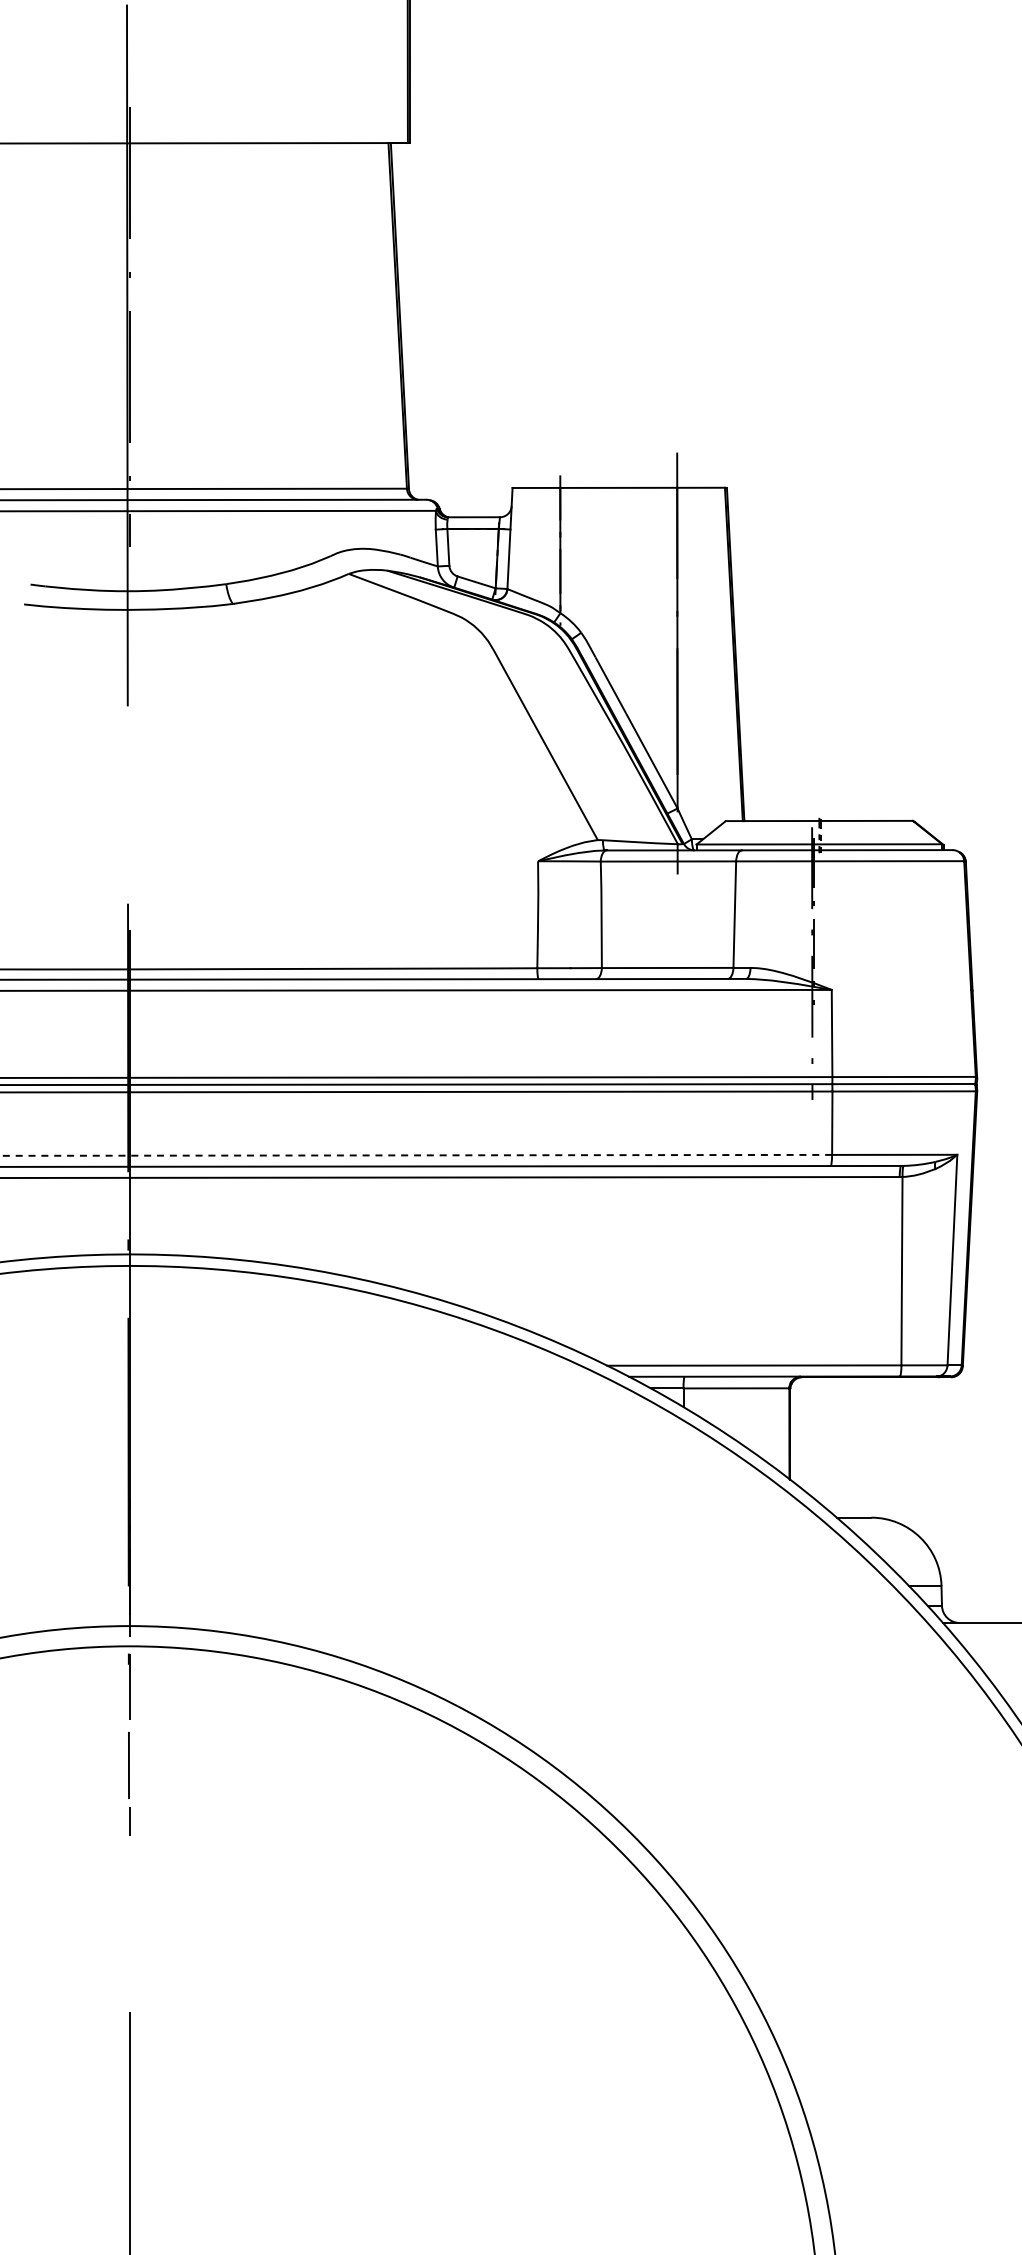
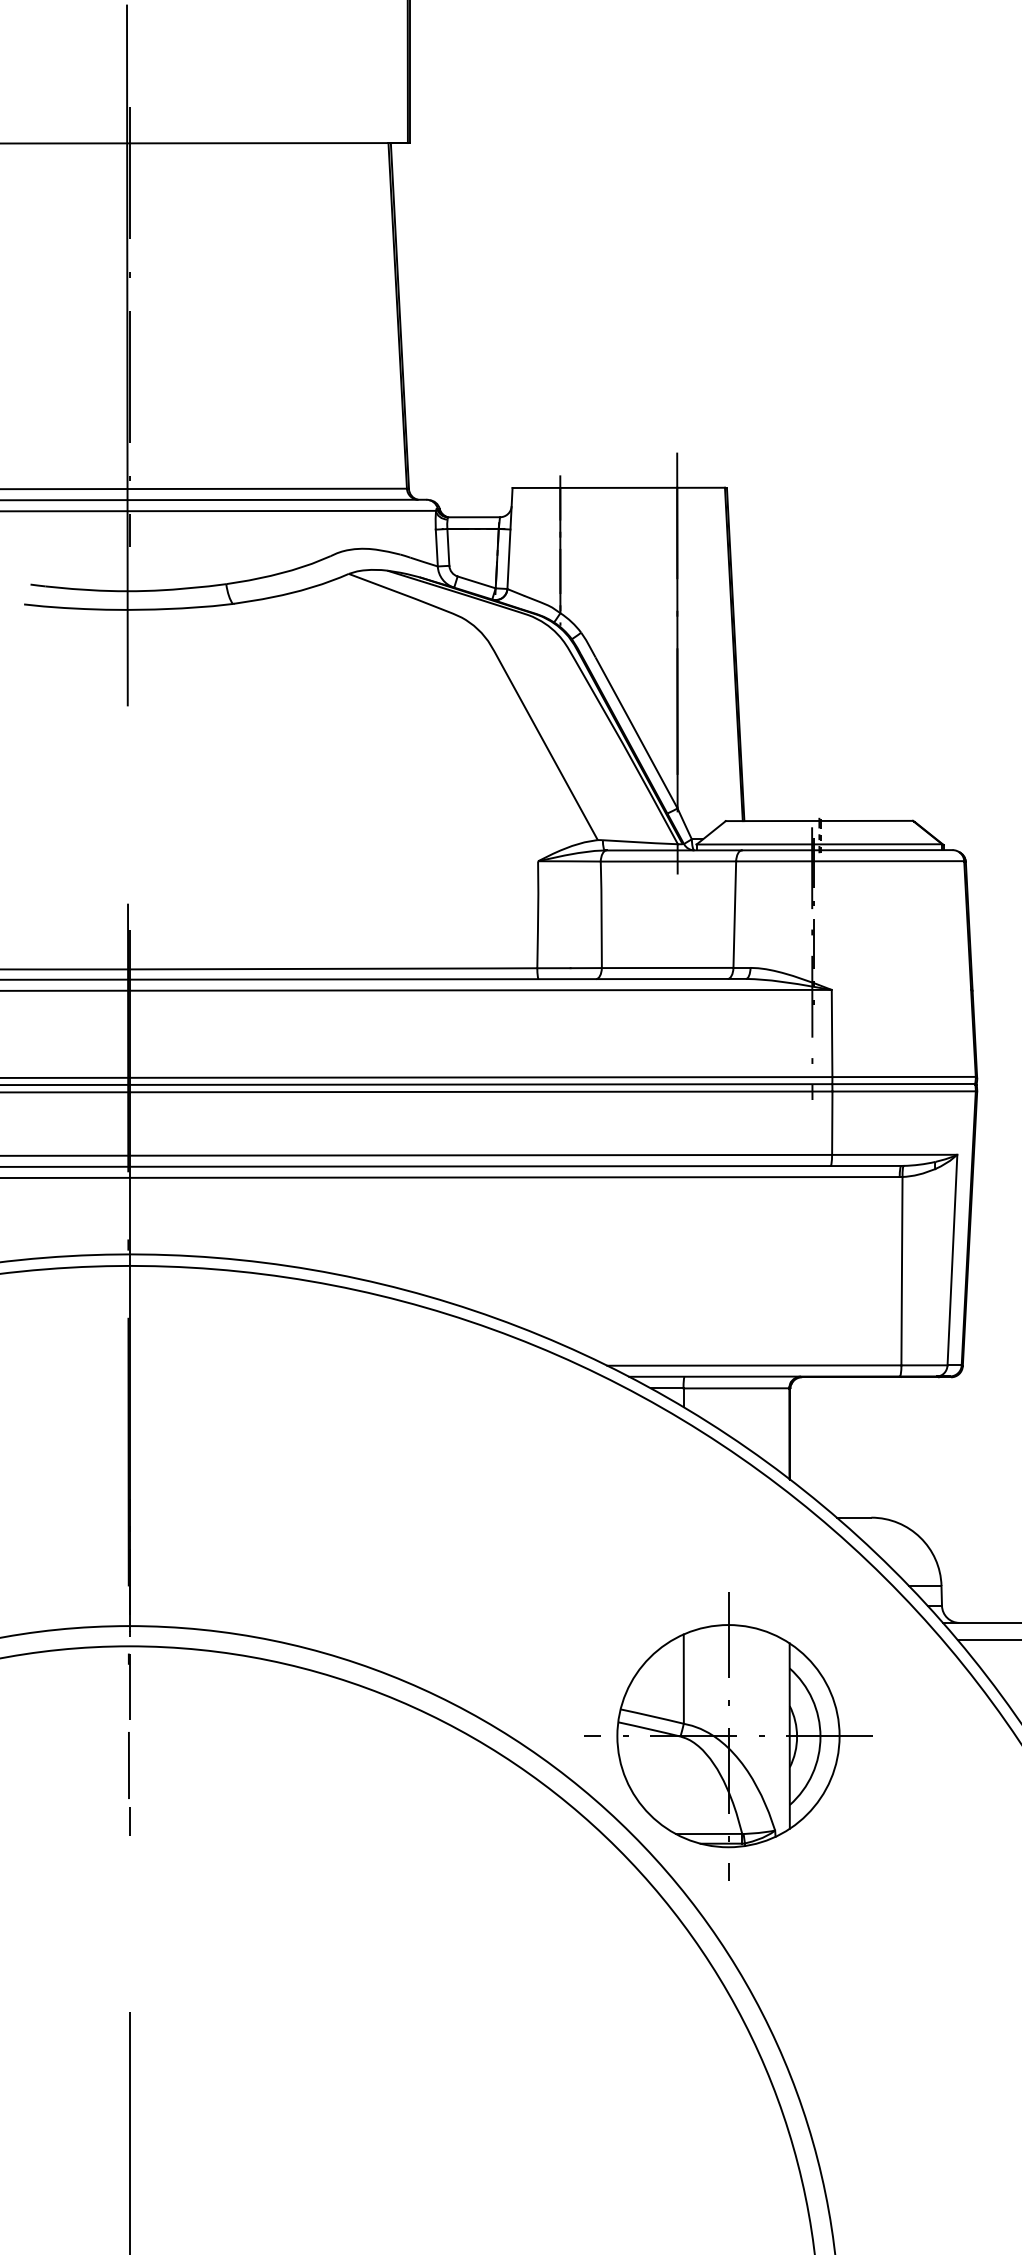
line at (416, 1155): dashed -> solid
line at (988, 1640): none -> present
part at (728, 1736): none -> present
